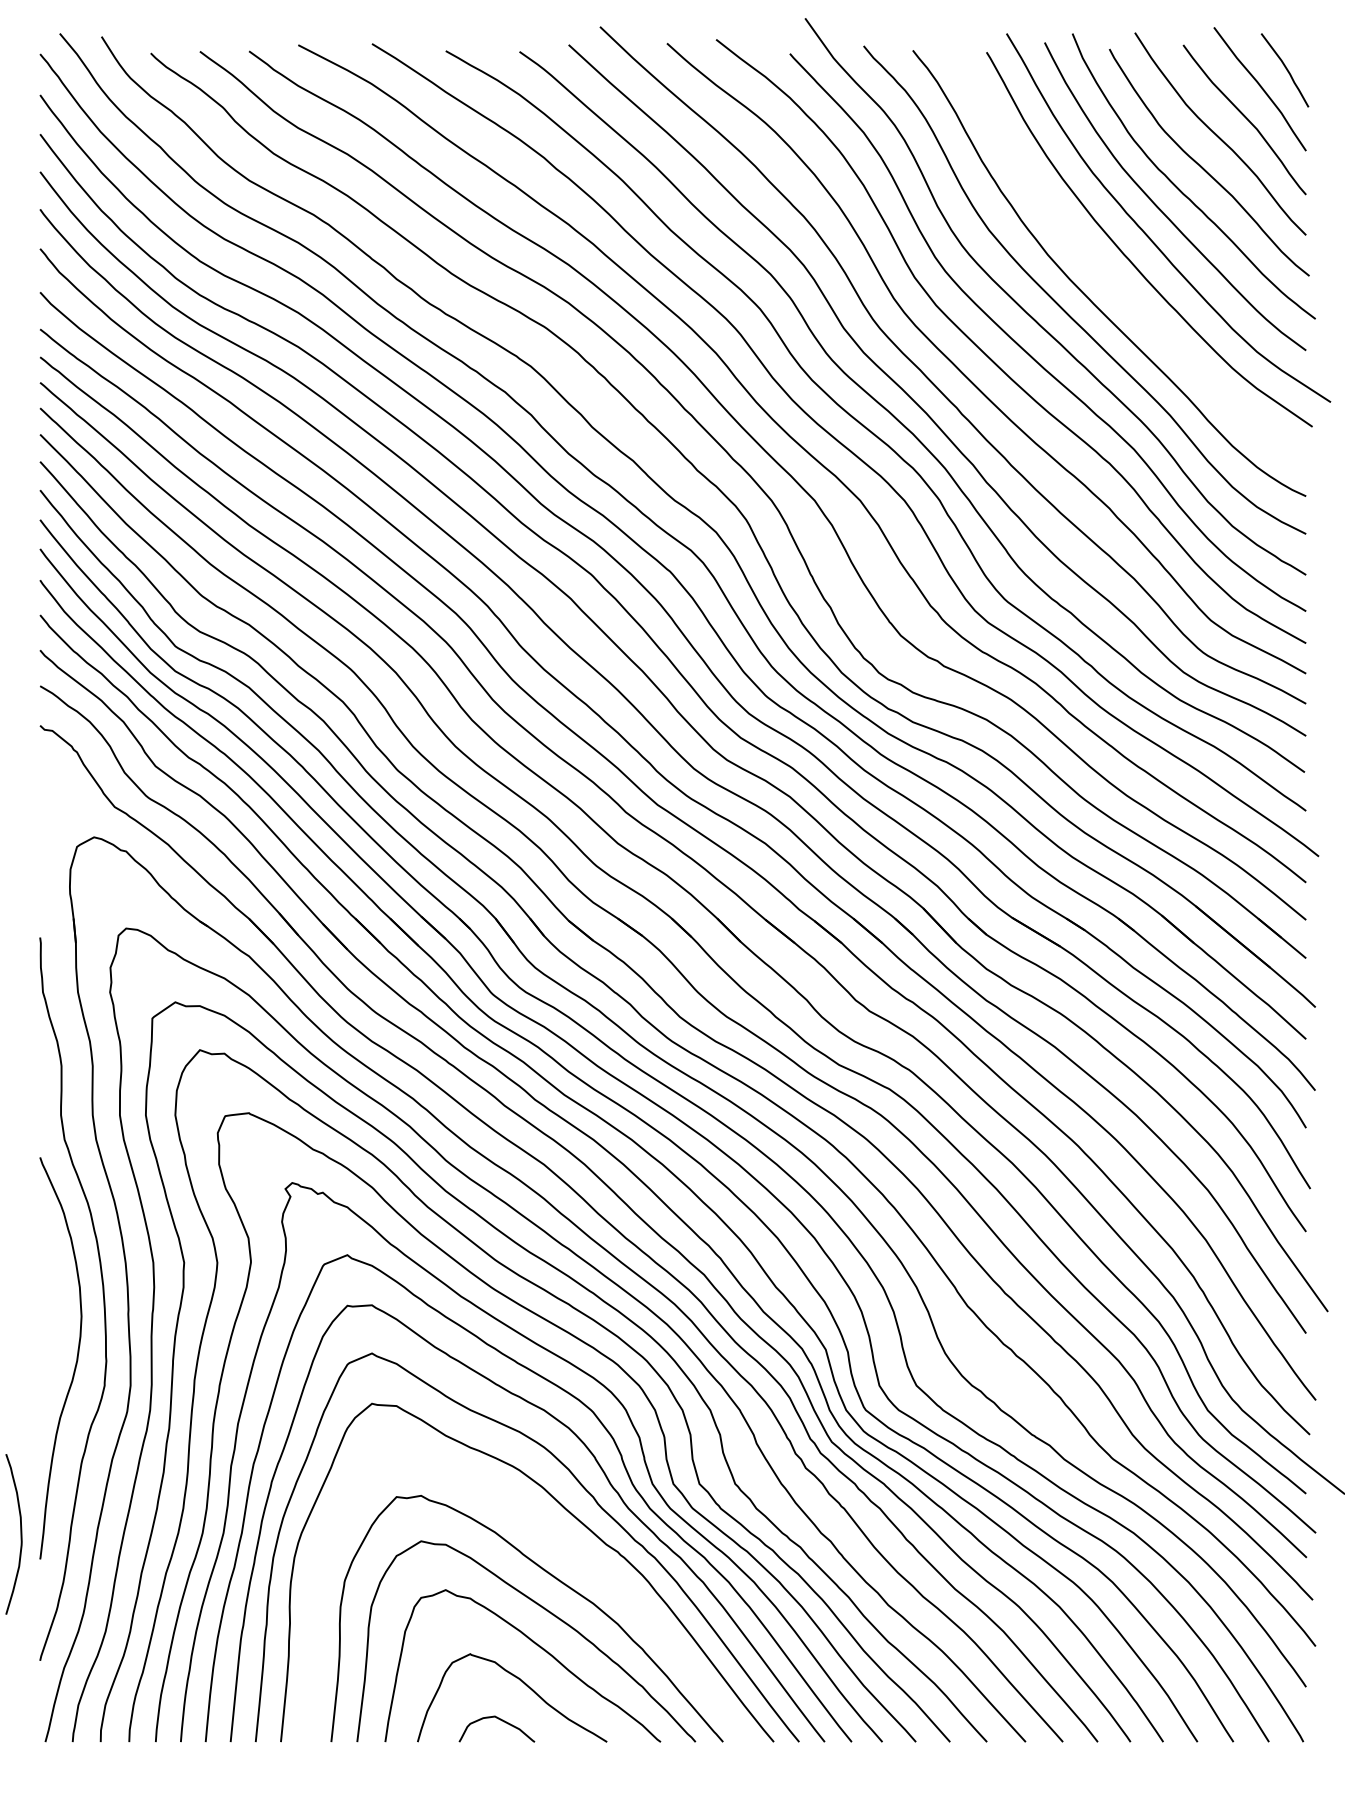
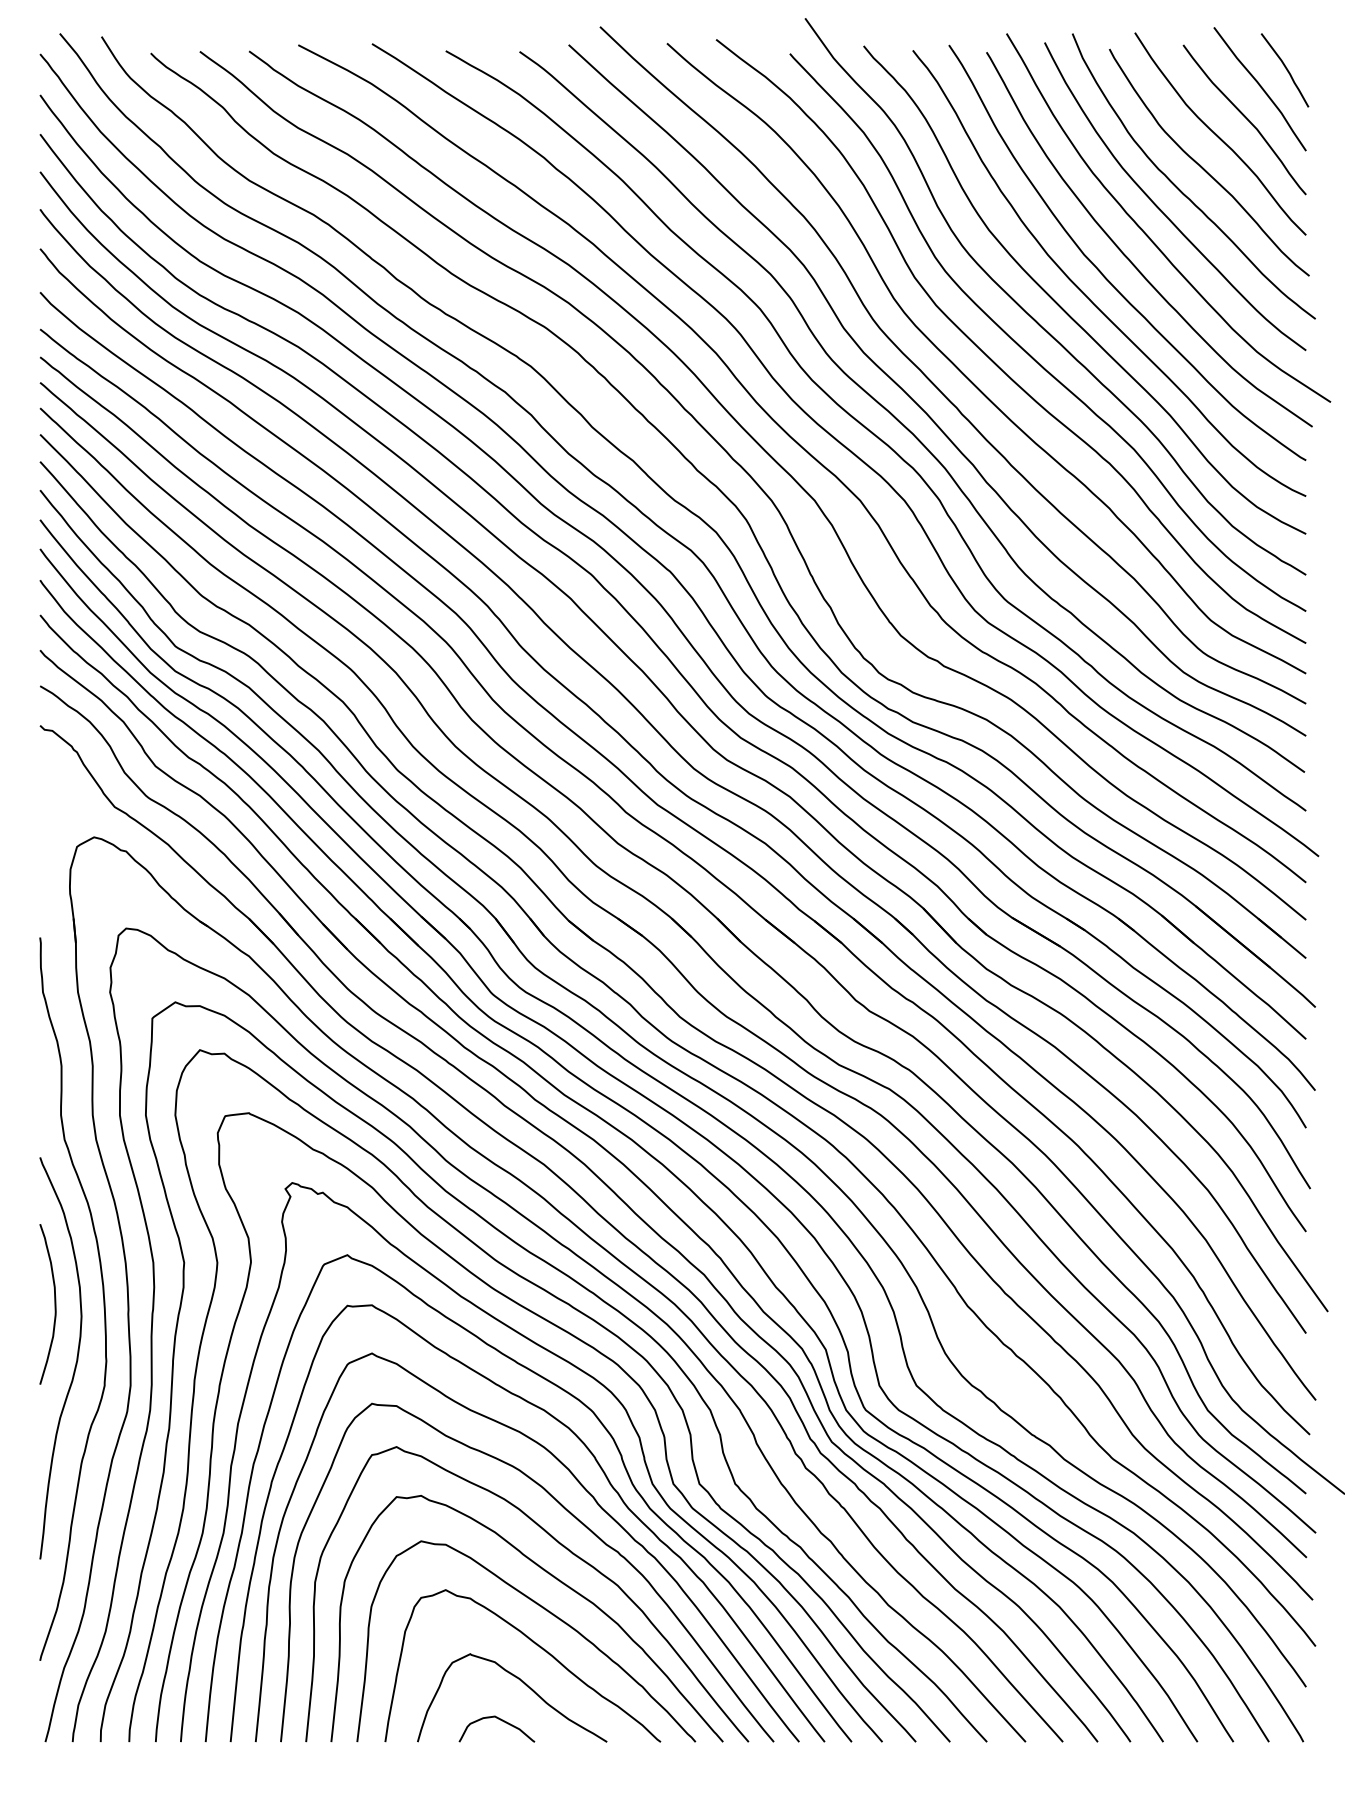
curve at (1102, 272): none -> present
curve at (20, 1534) position: (20, 1534) -> (54, 1304)
curve at (563, 1547): none -> present
